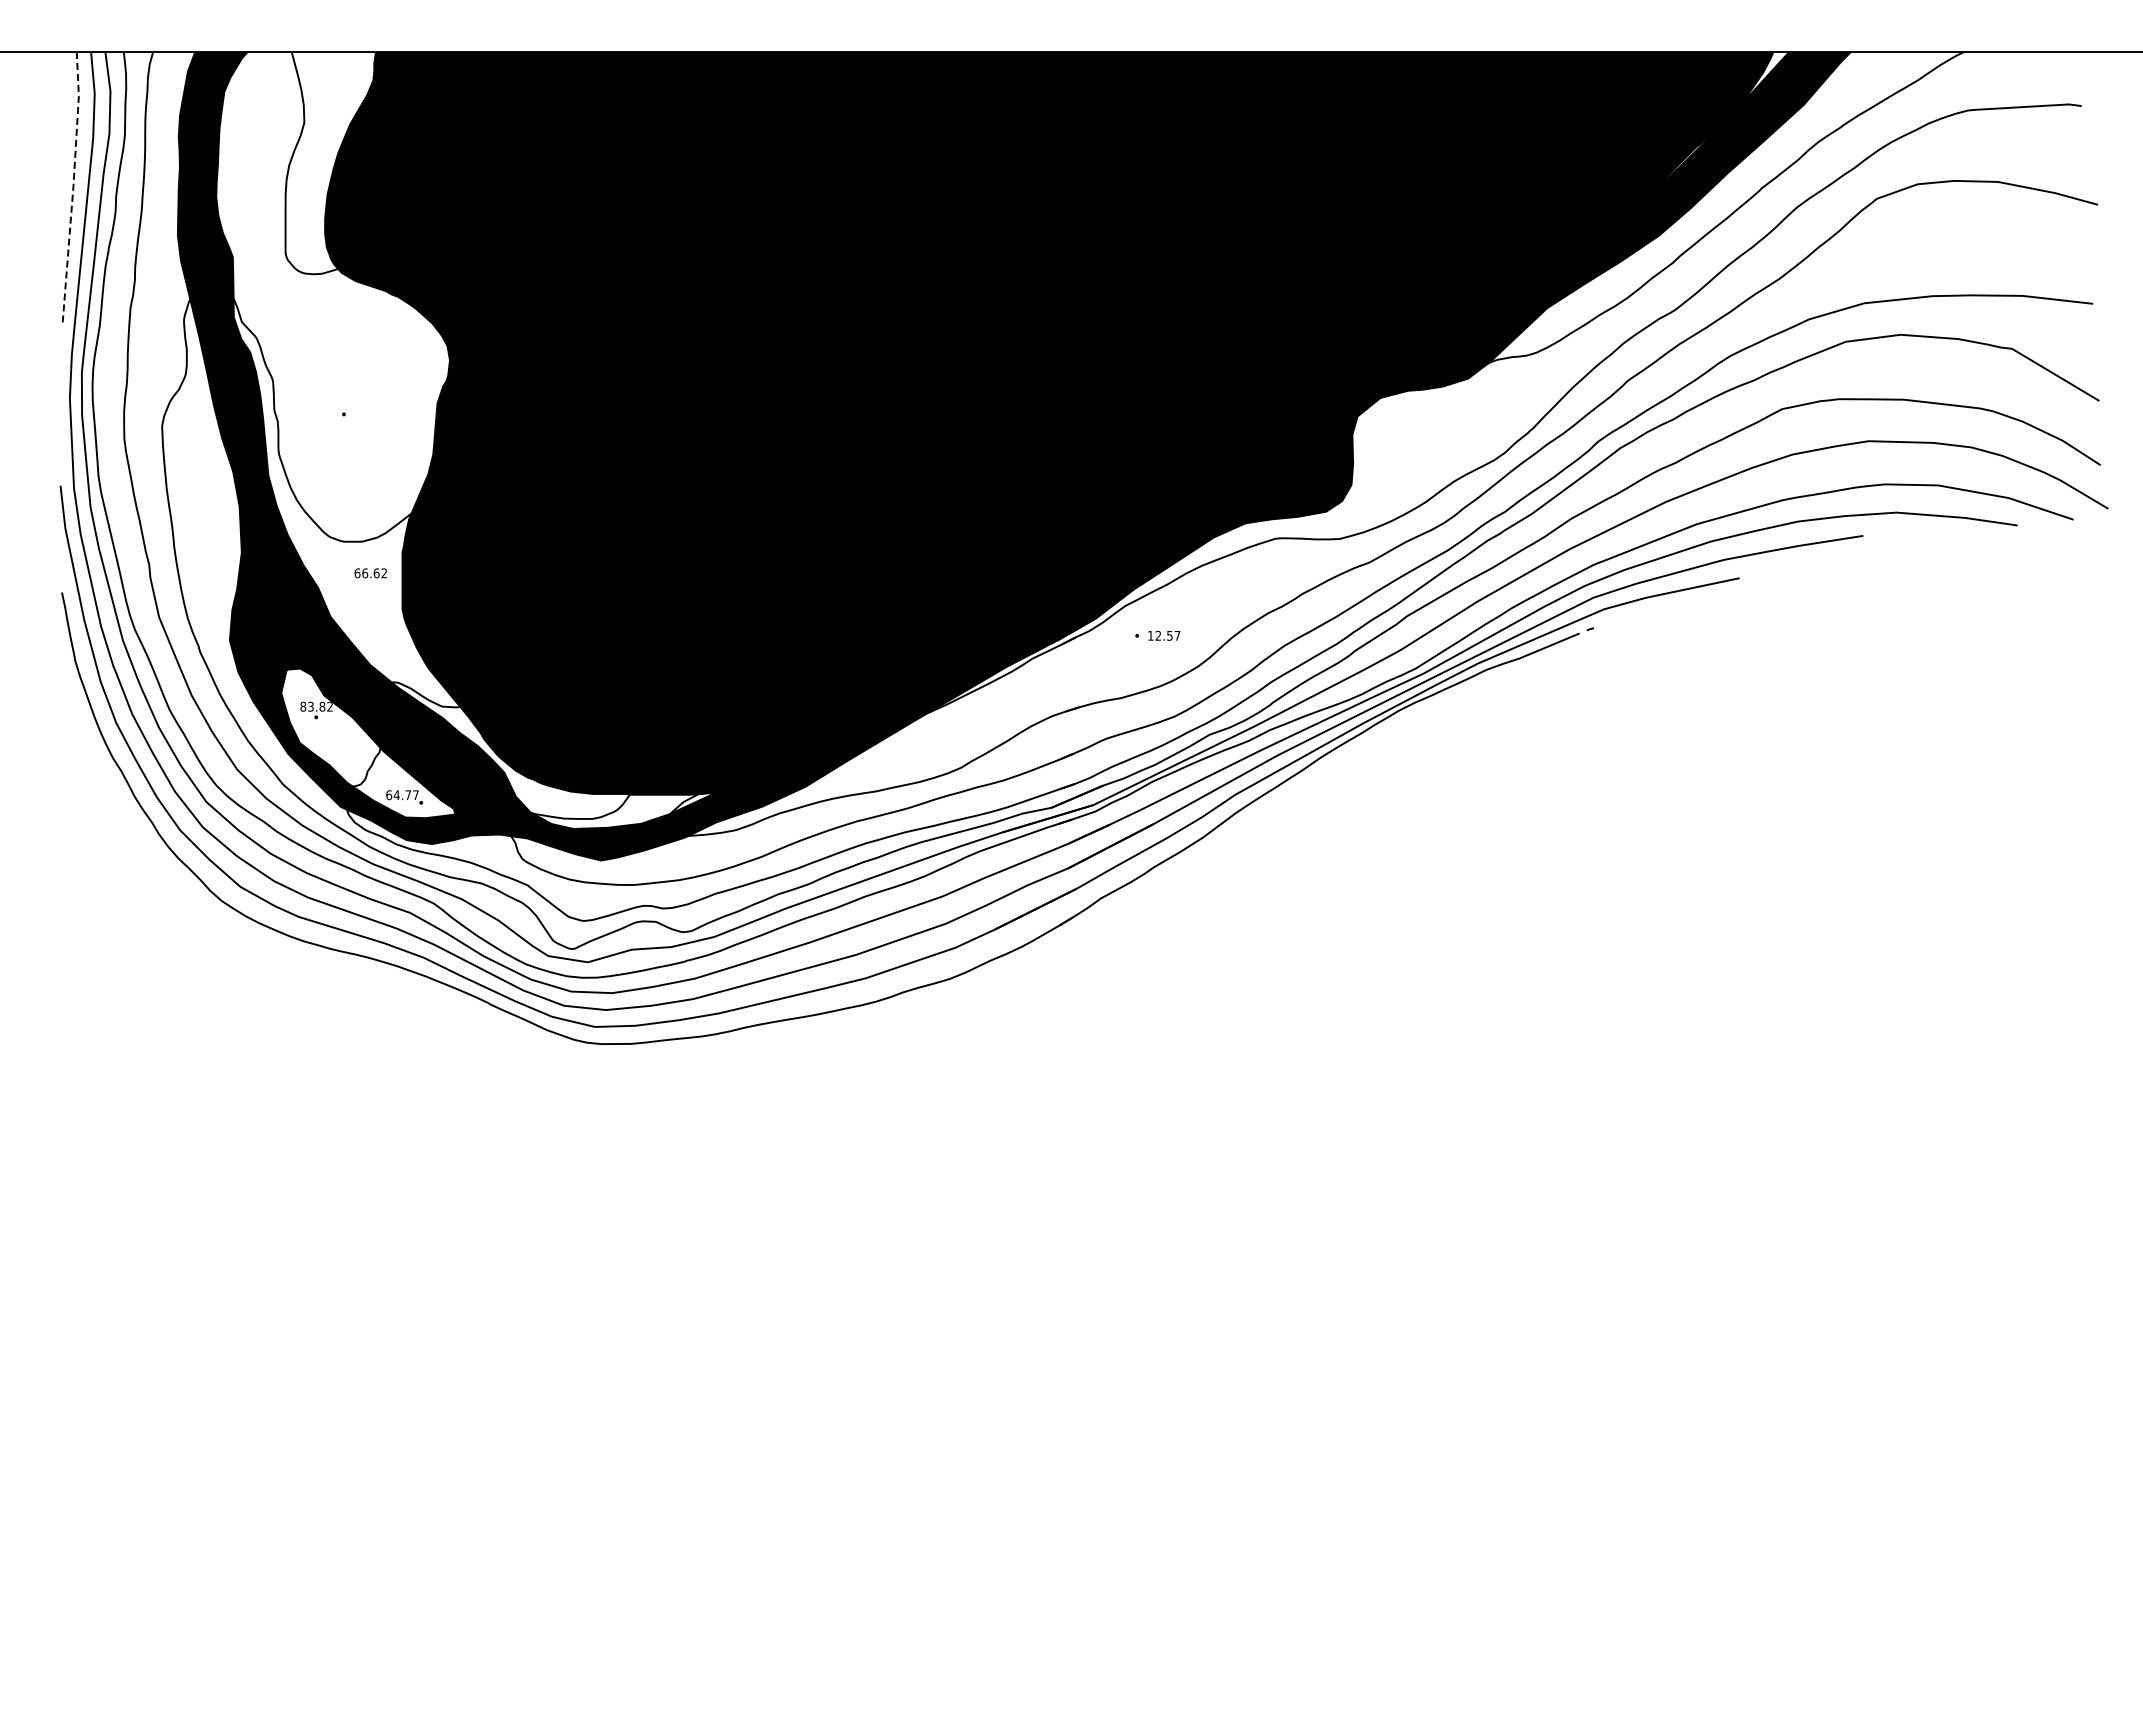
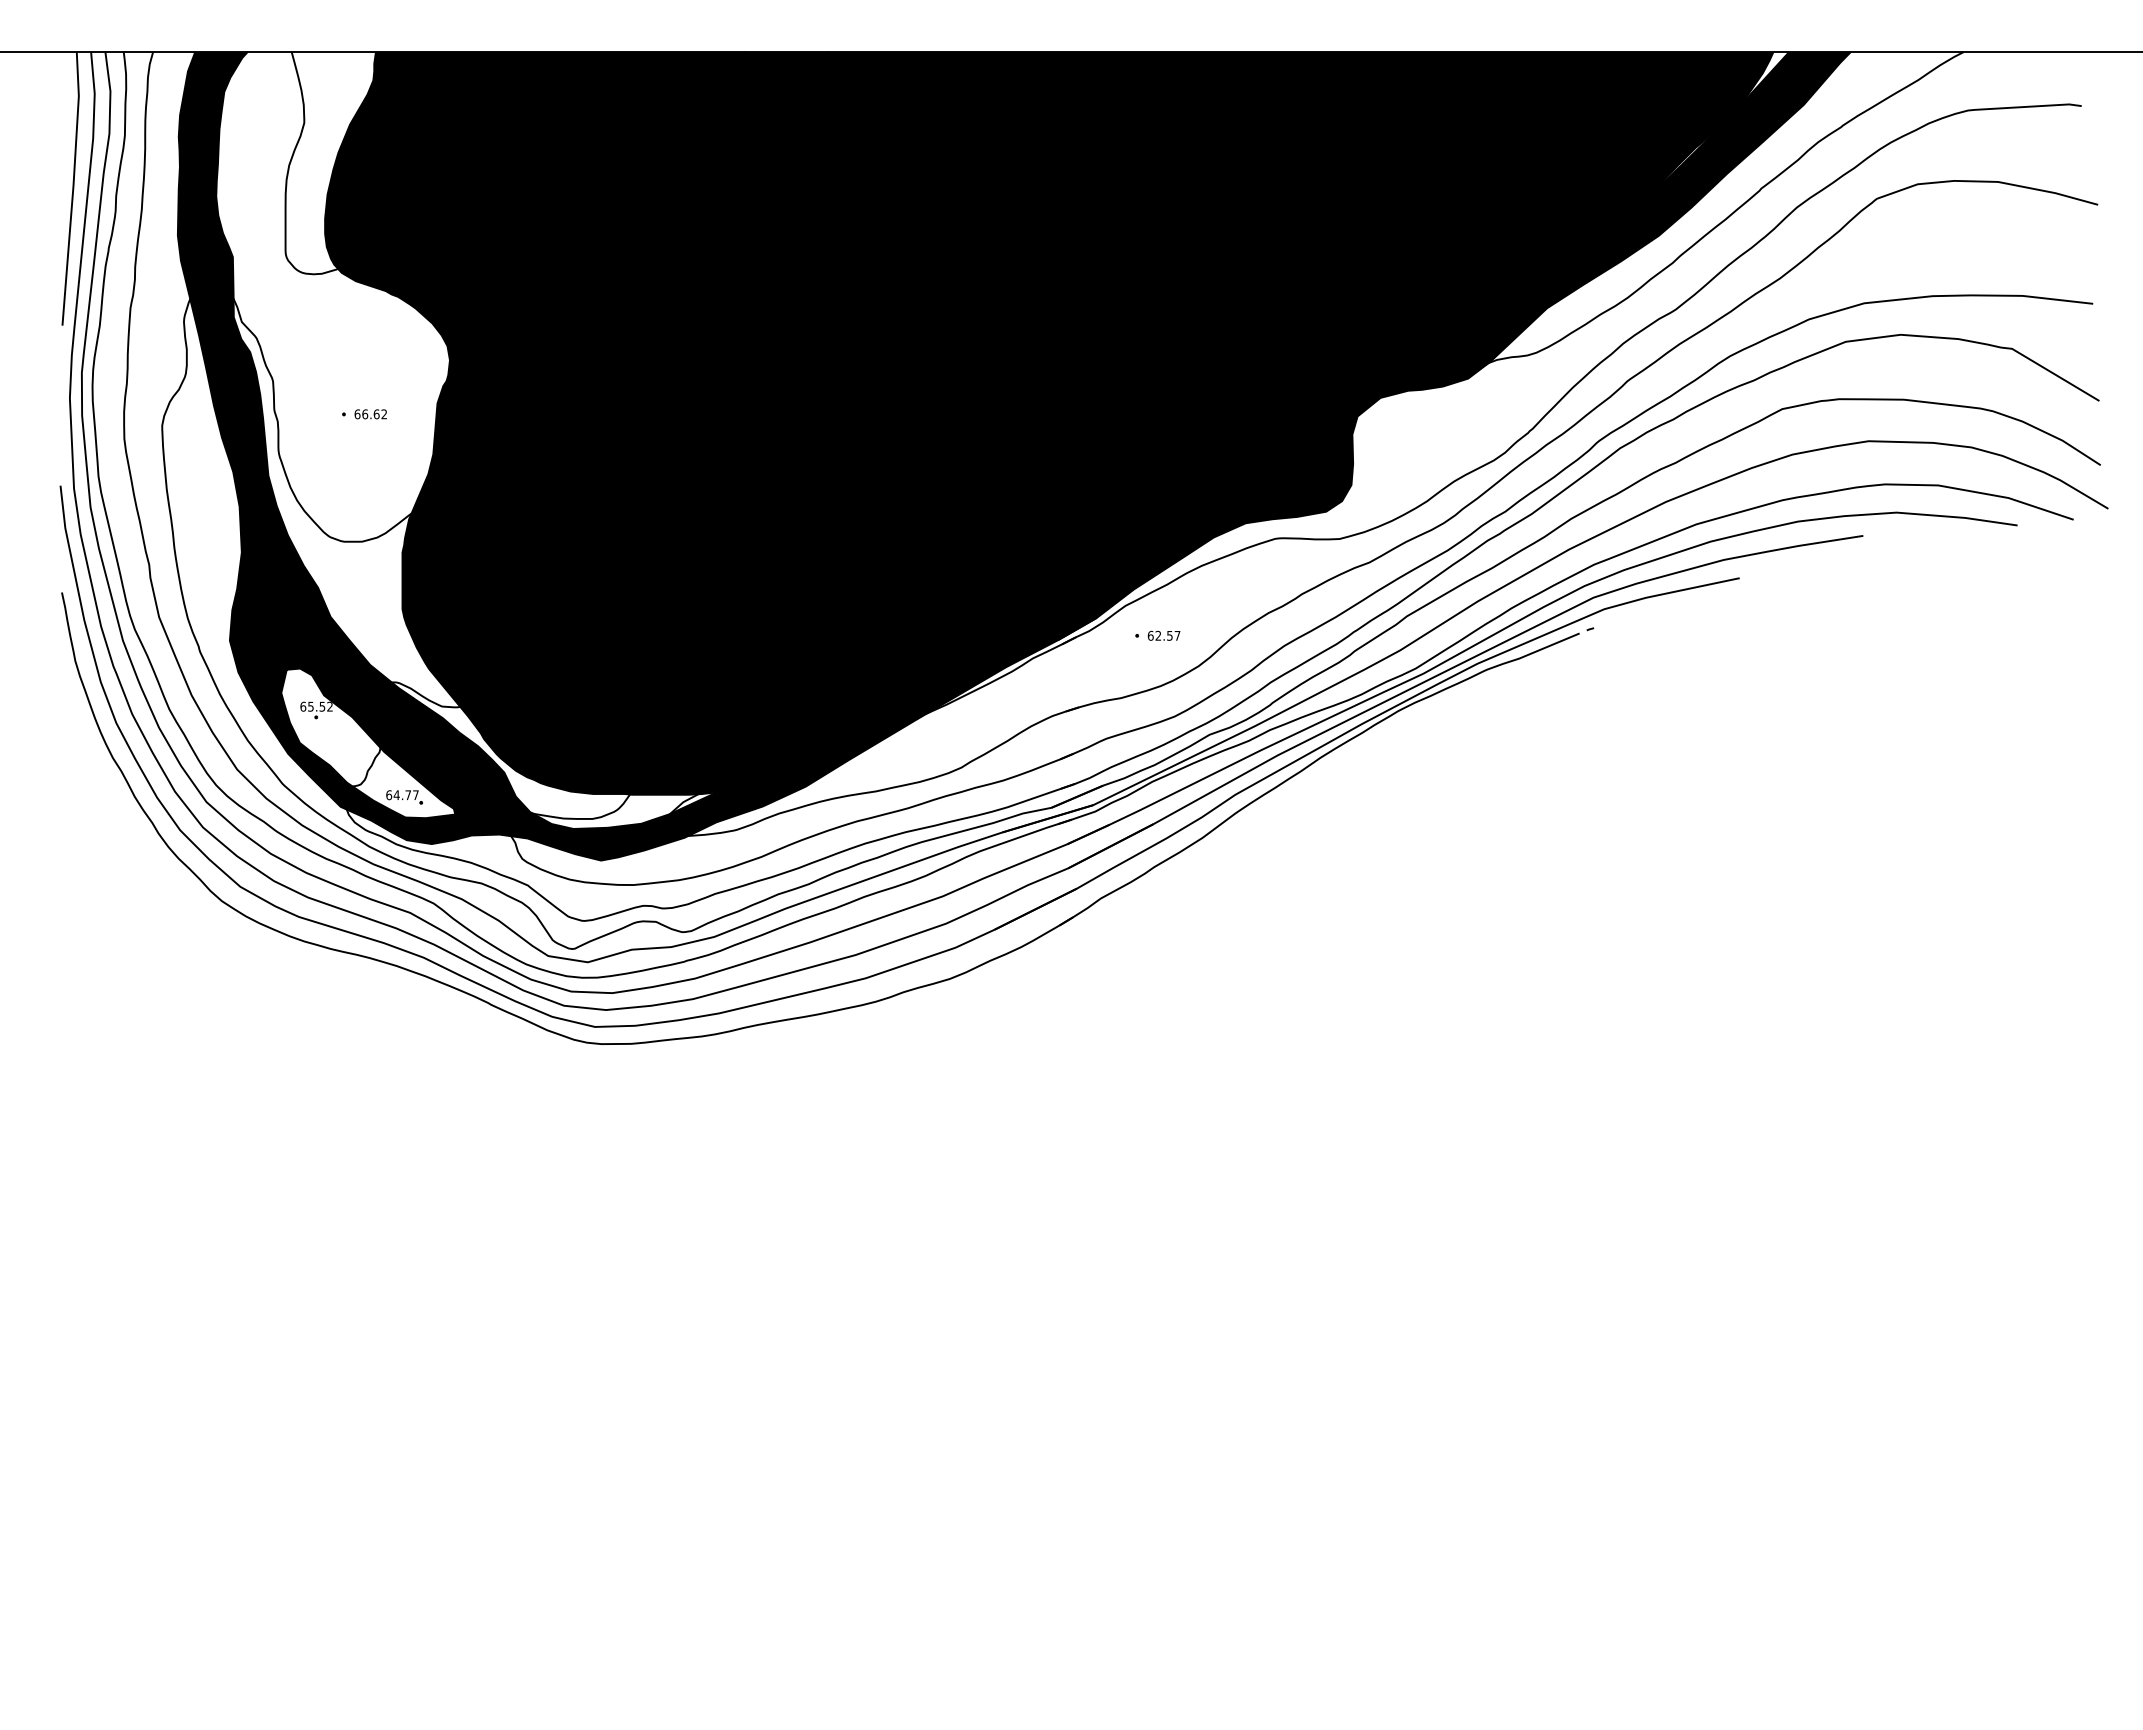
line at (73, 187): dashed -> solid
text at (370, 573) position: (370, 573) -> (370, 414)
text at (1150, 635): 12.57 -> 62.57
text at (312, 706): 83.82 -> 65.52
